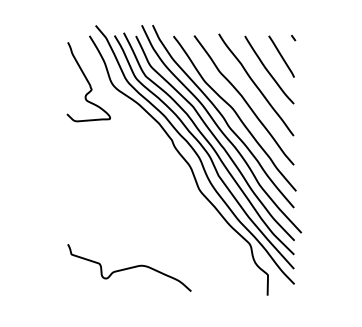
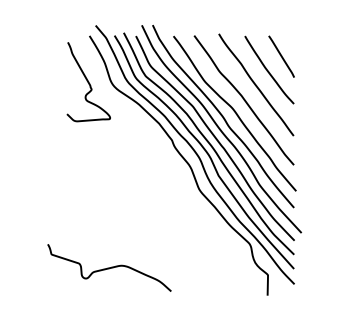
line at (293, 37): present -> none
curve at (129, 267) position: (129, 267) -> (109, 267)
